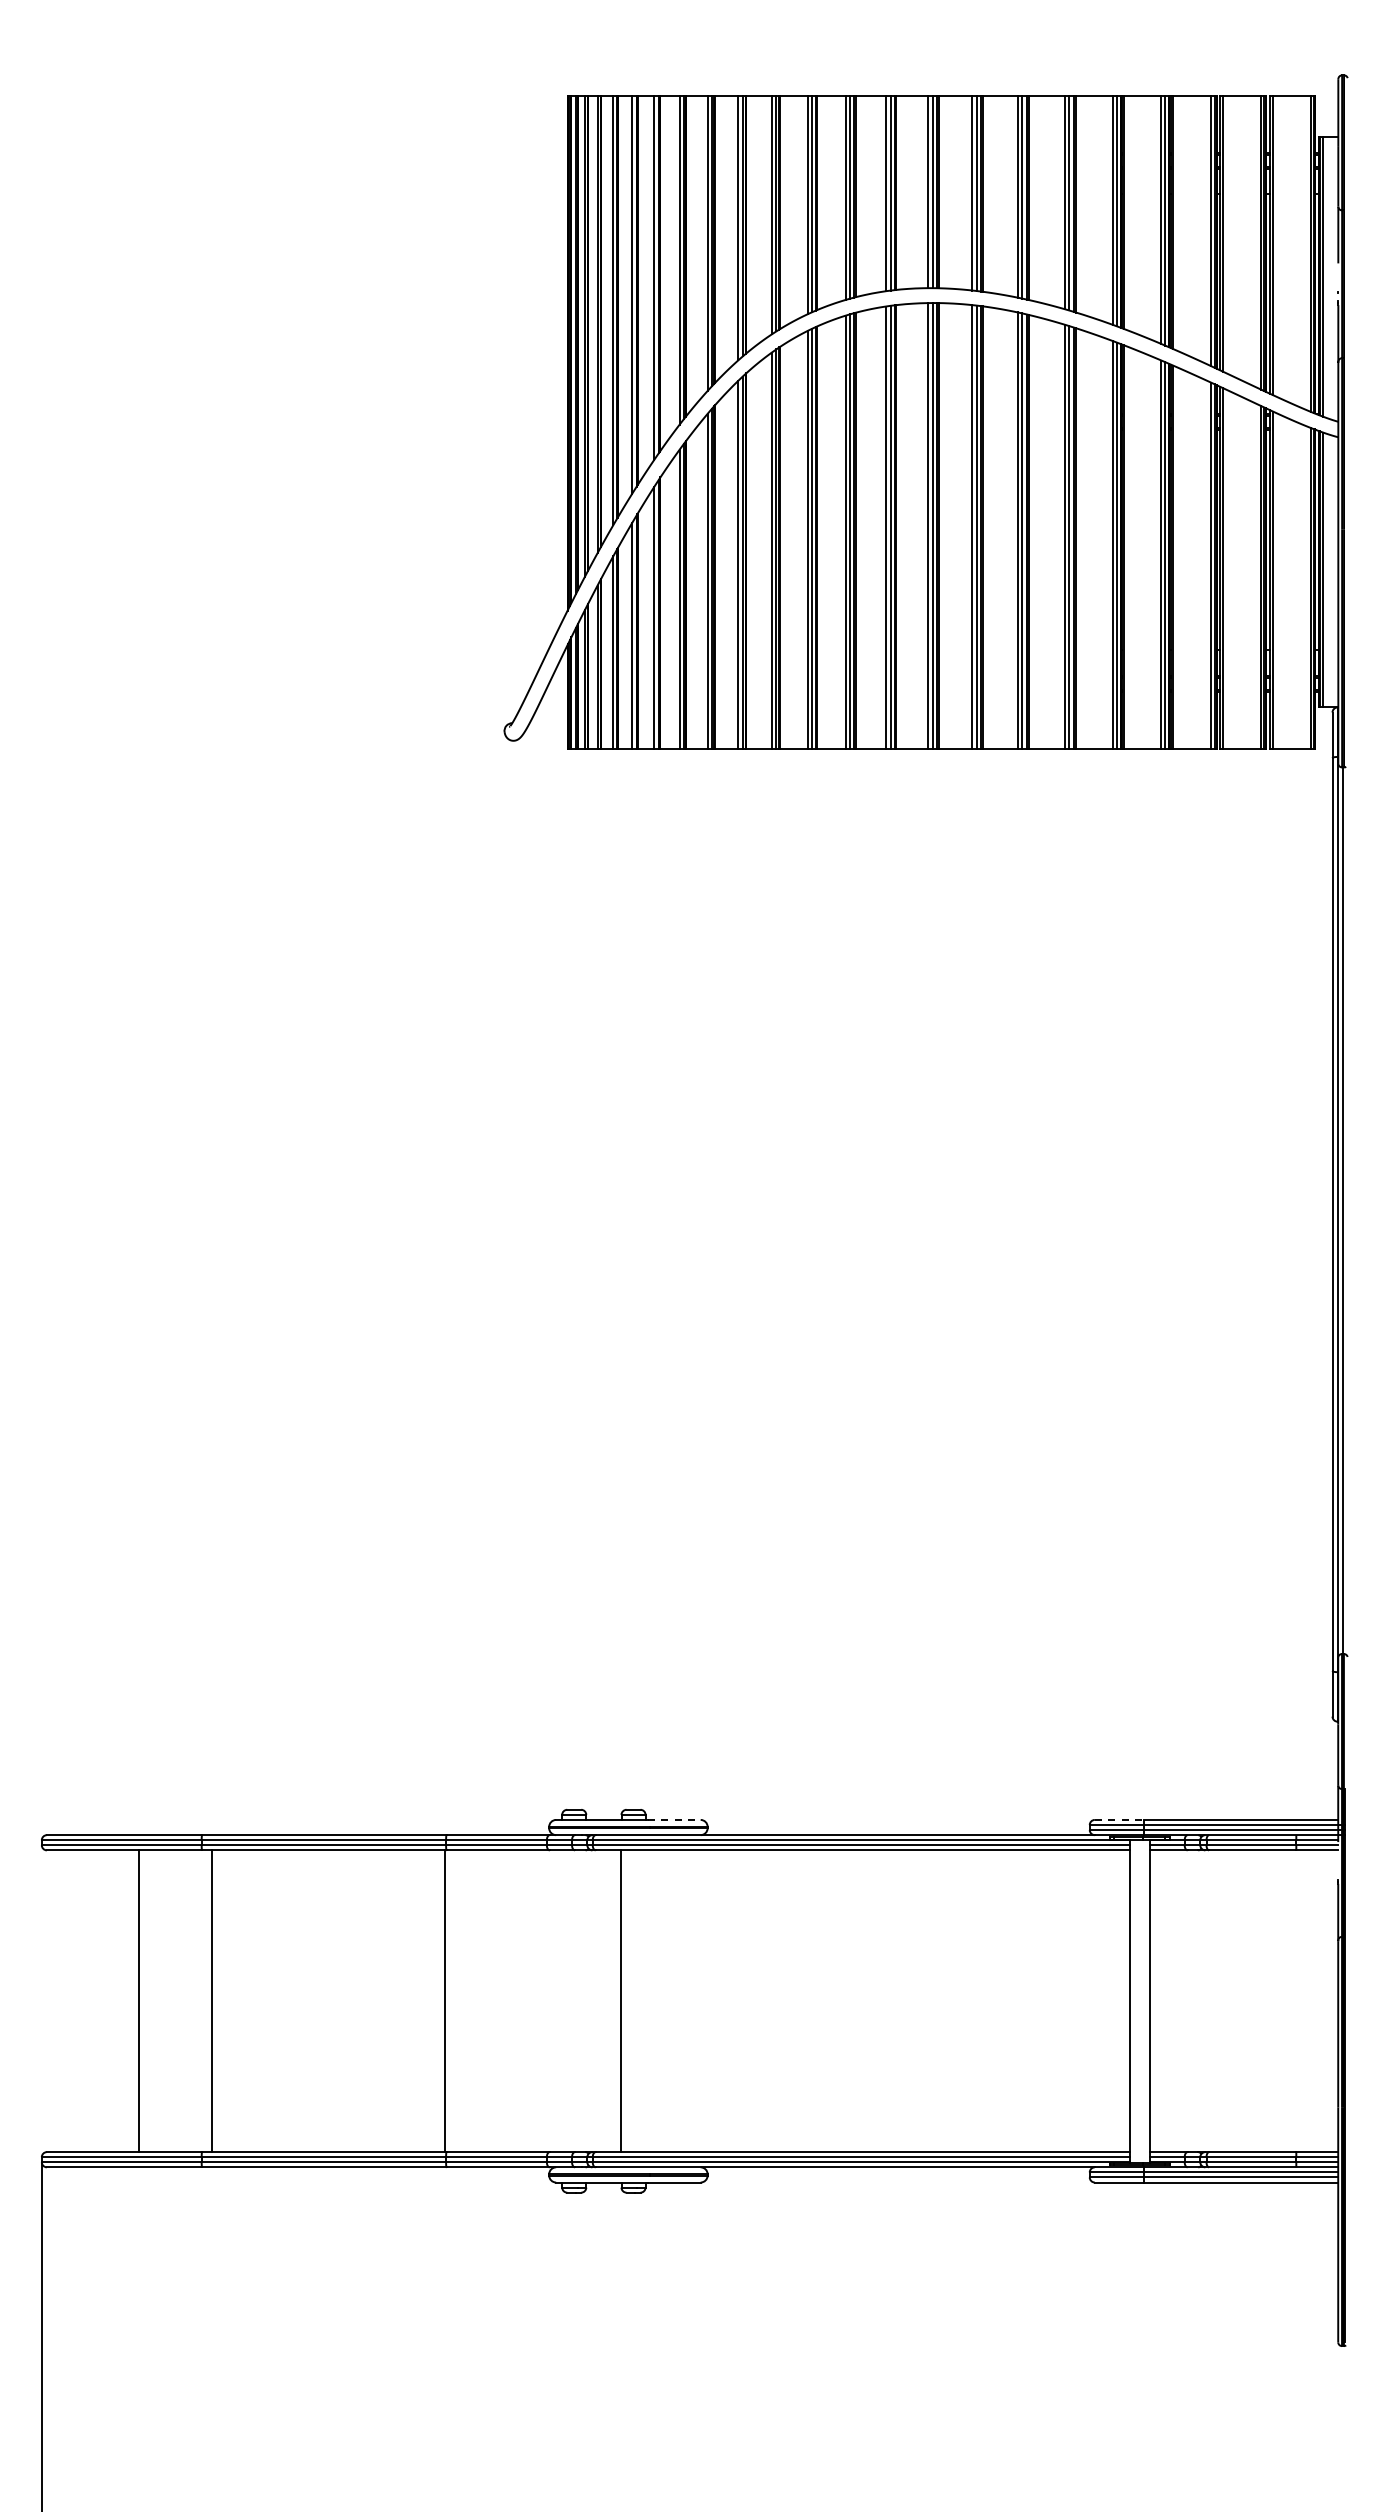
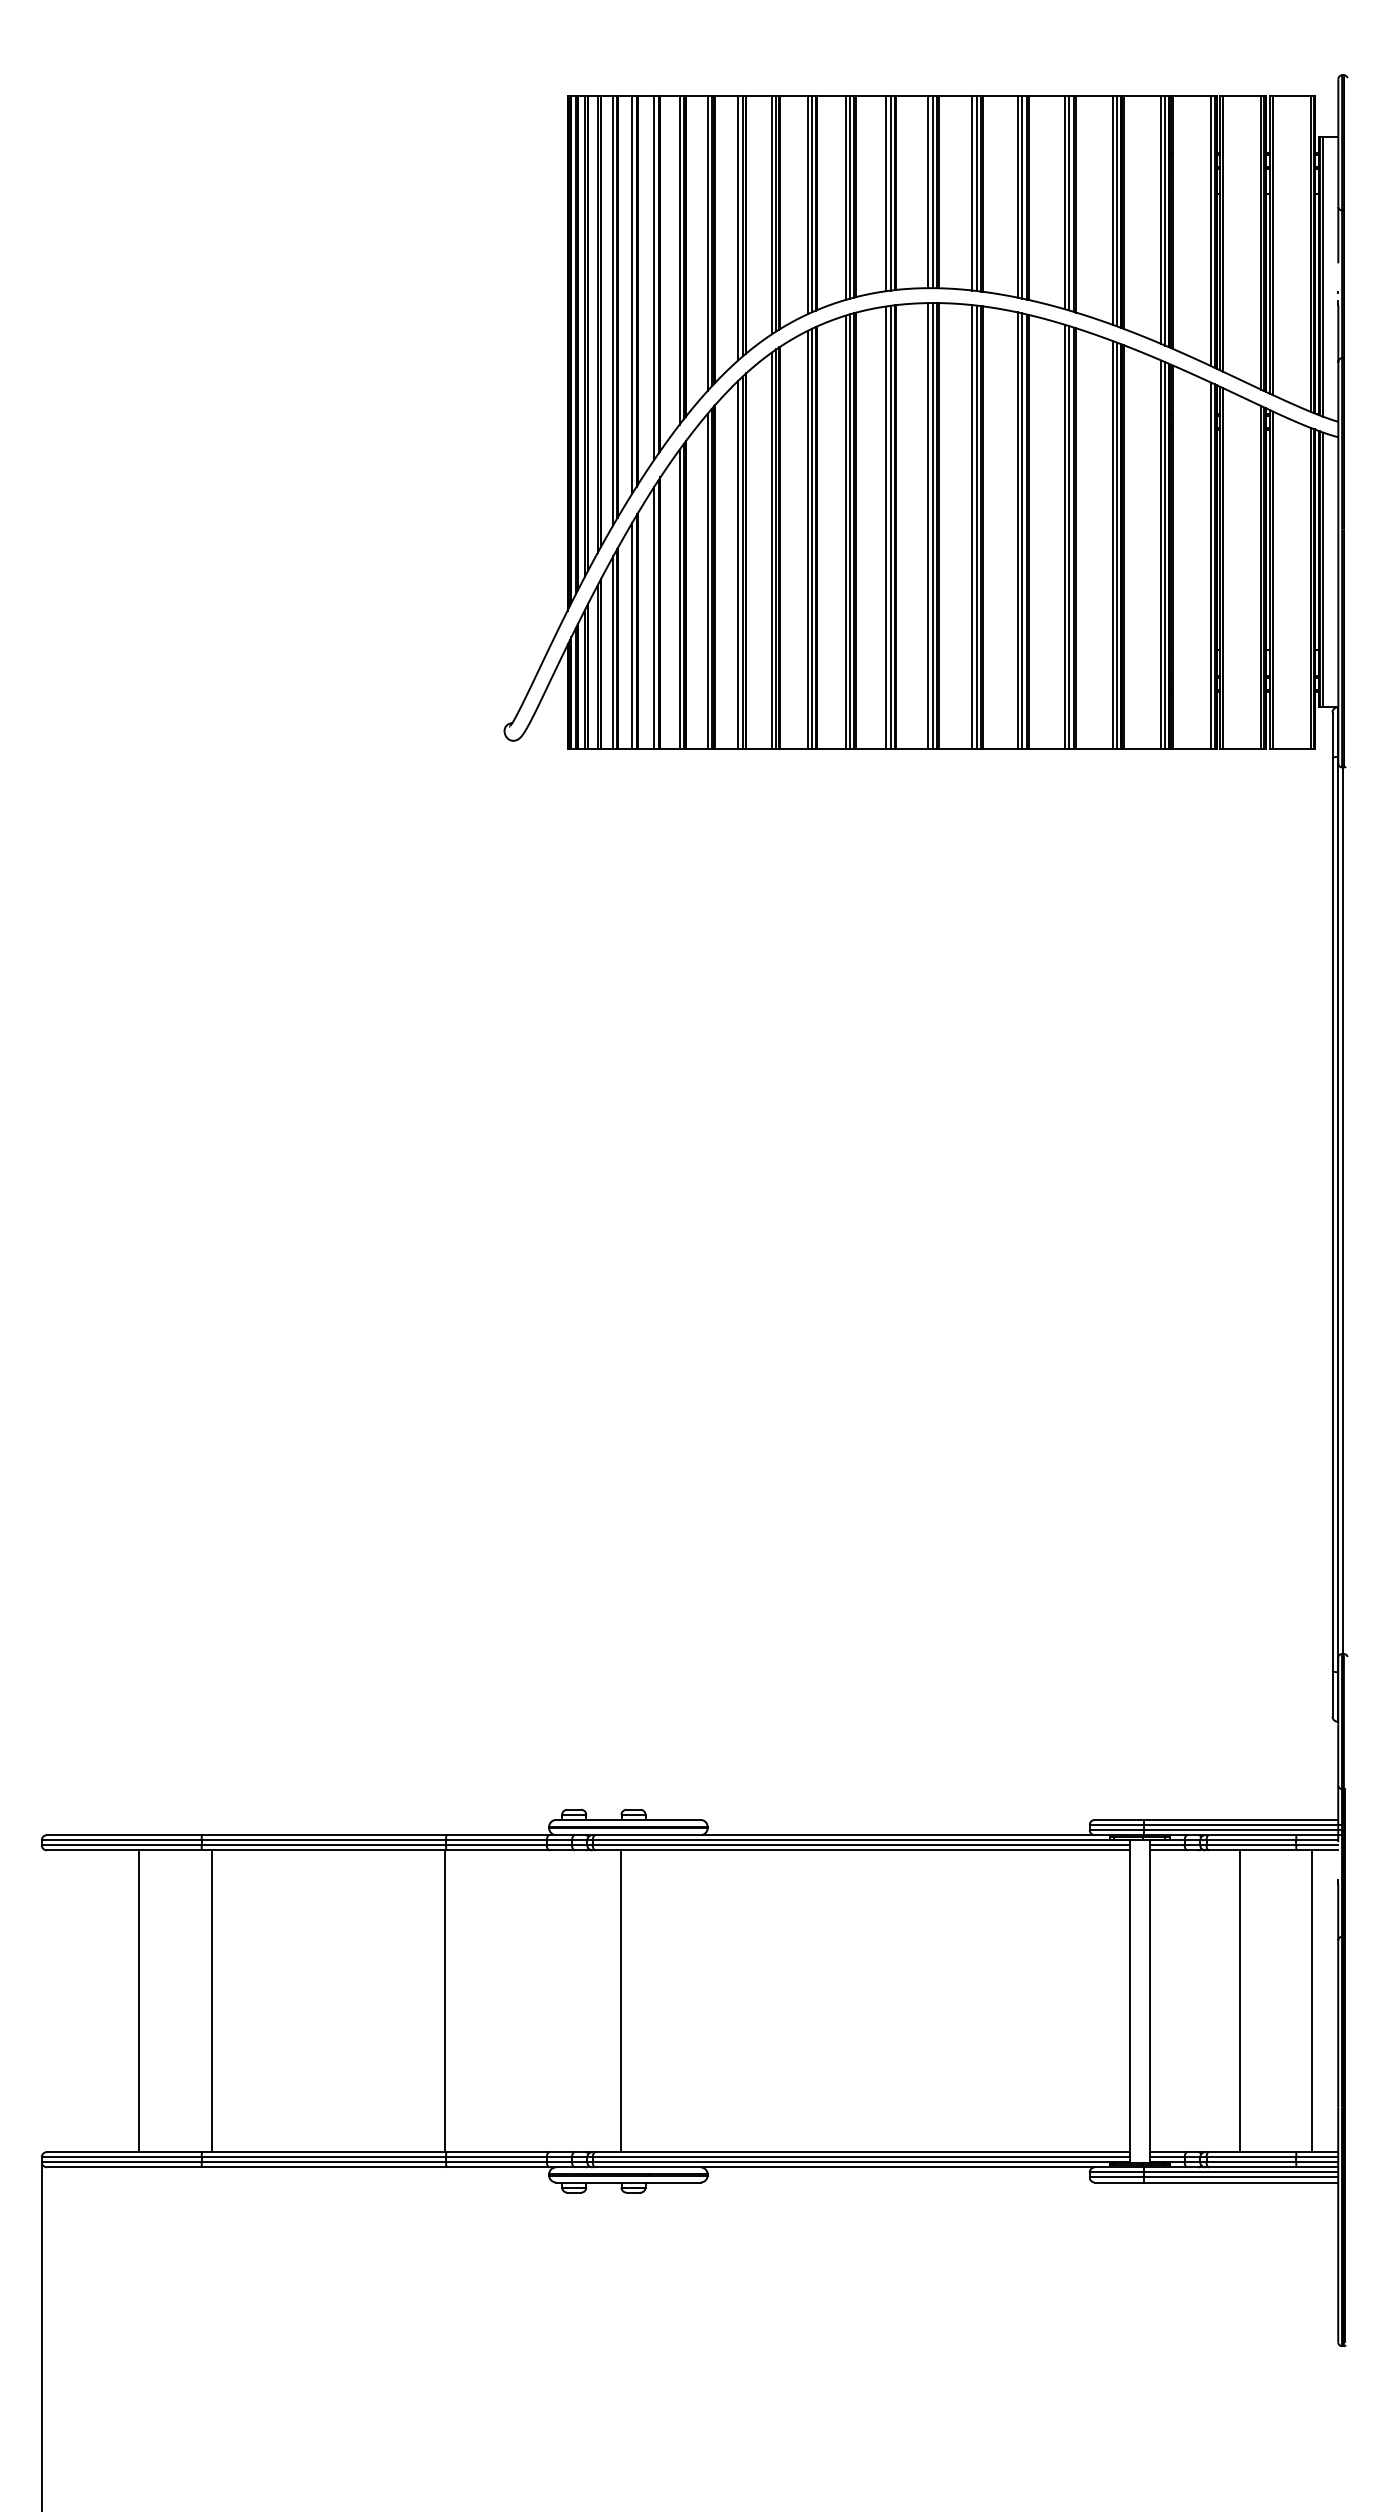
line at (674, 1819): dashed -> solid
line at (1119, 1819): dashed -> solid
line at (1240, 2001): none -> present
line at (1311, 2001): none -> present
